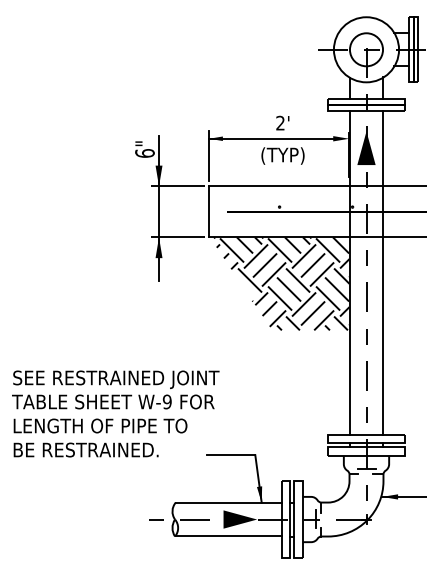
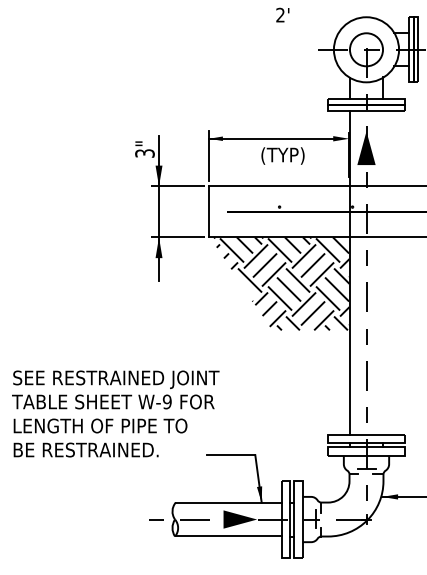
text at (282, 122) position: (282, 122) -> (282, 14)
text at (144, 153): 6" -> 3"
line at (383, 272): present -> none
